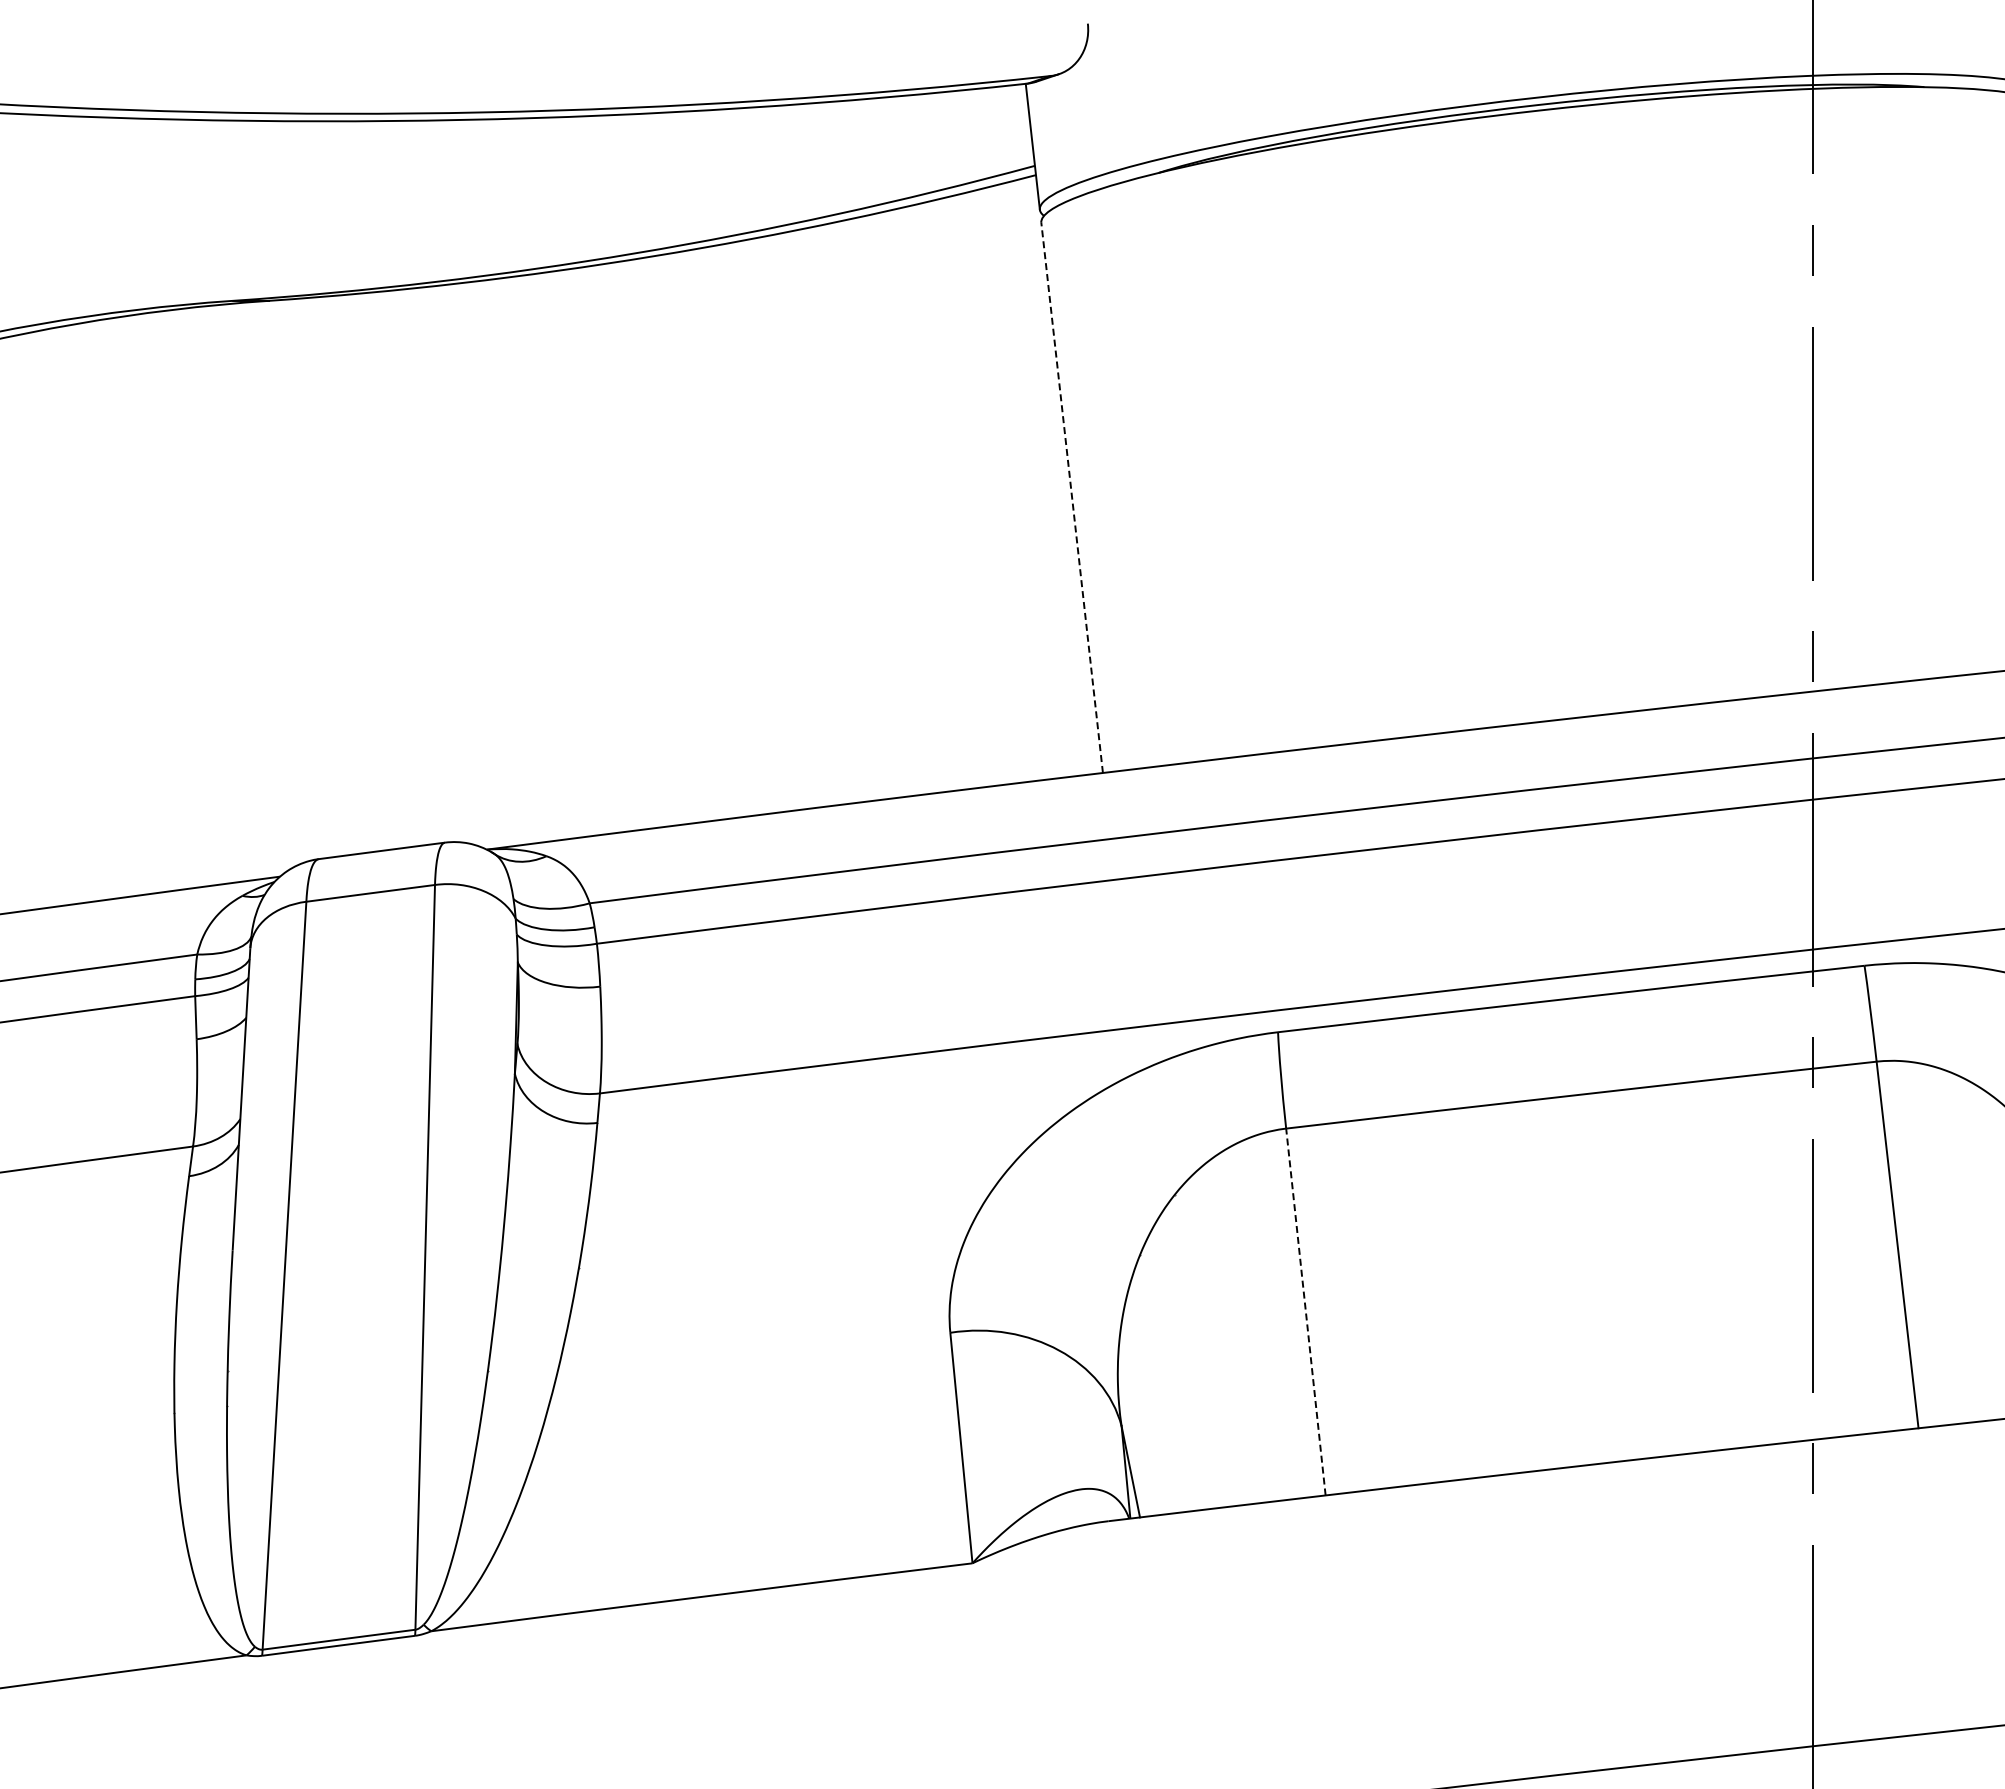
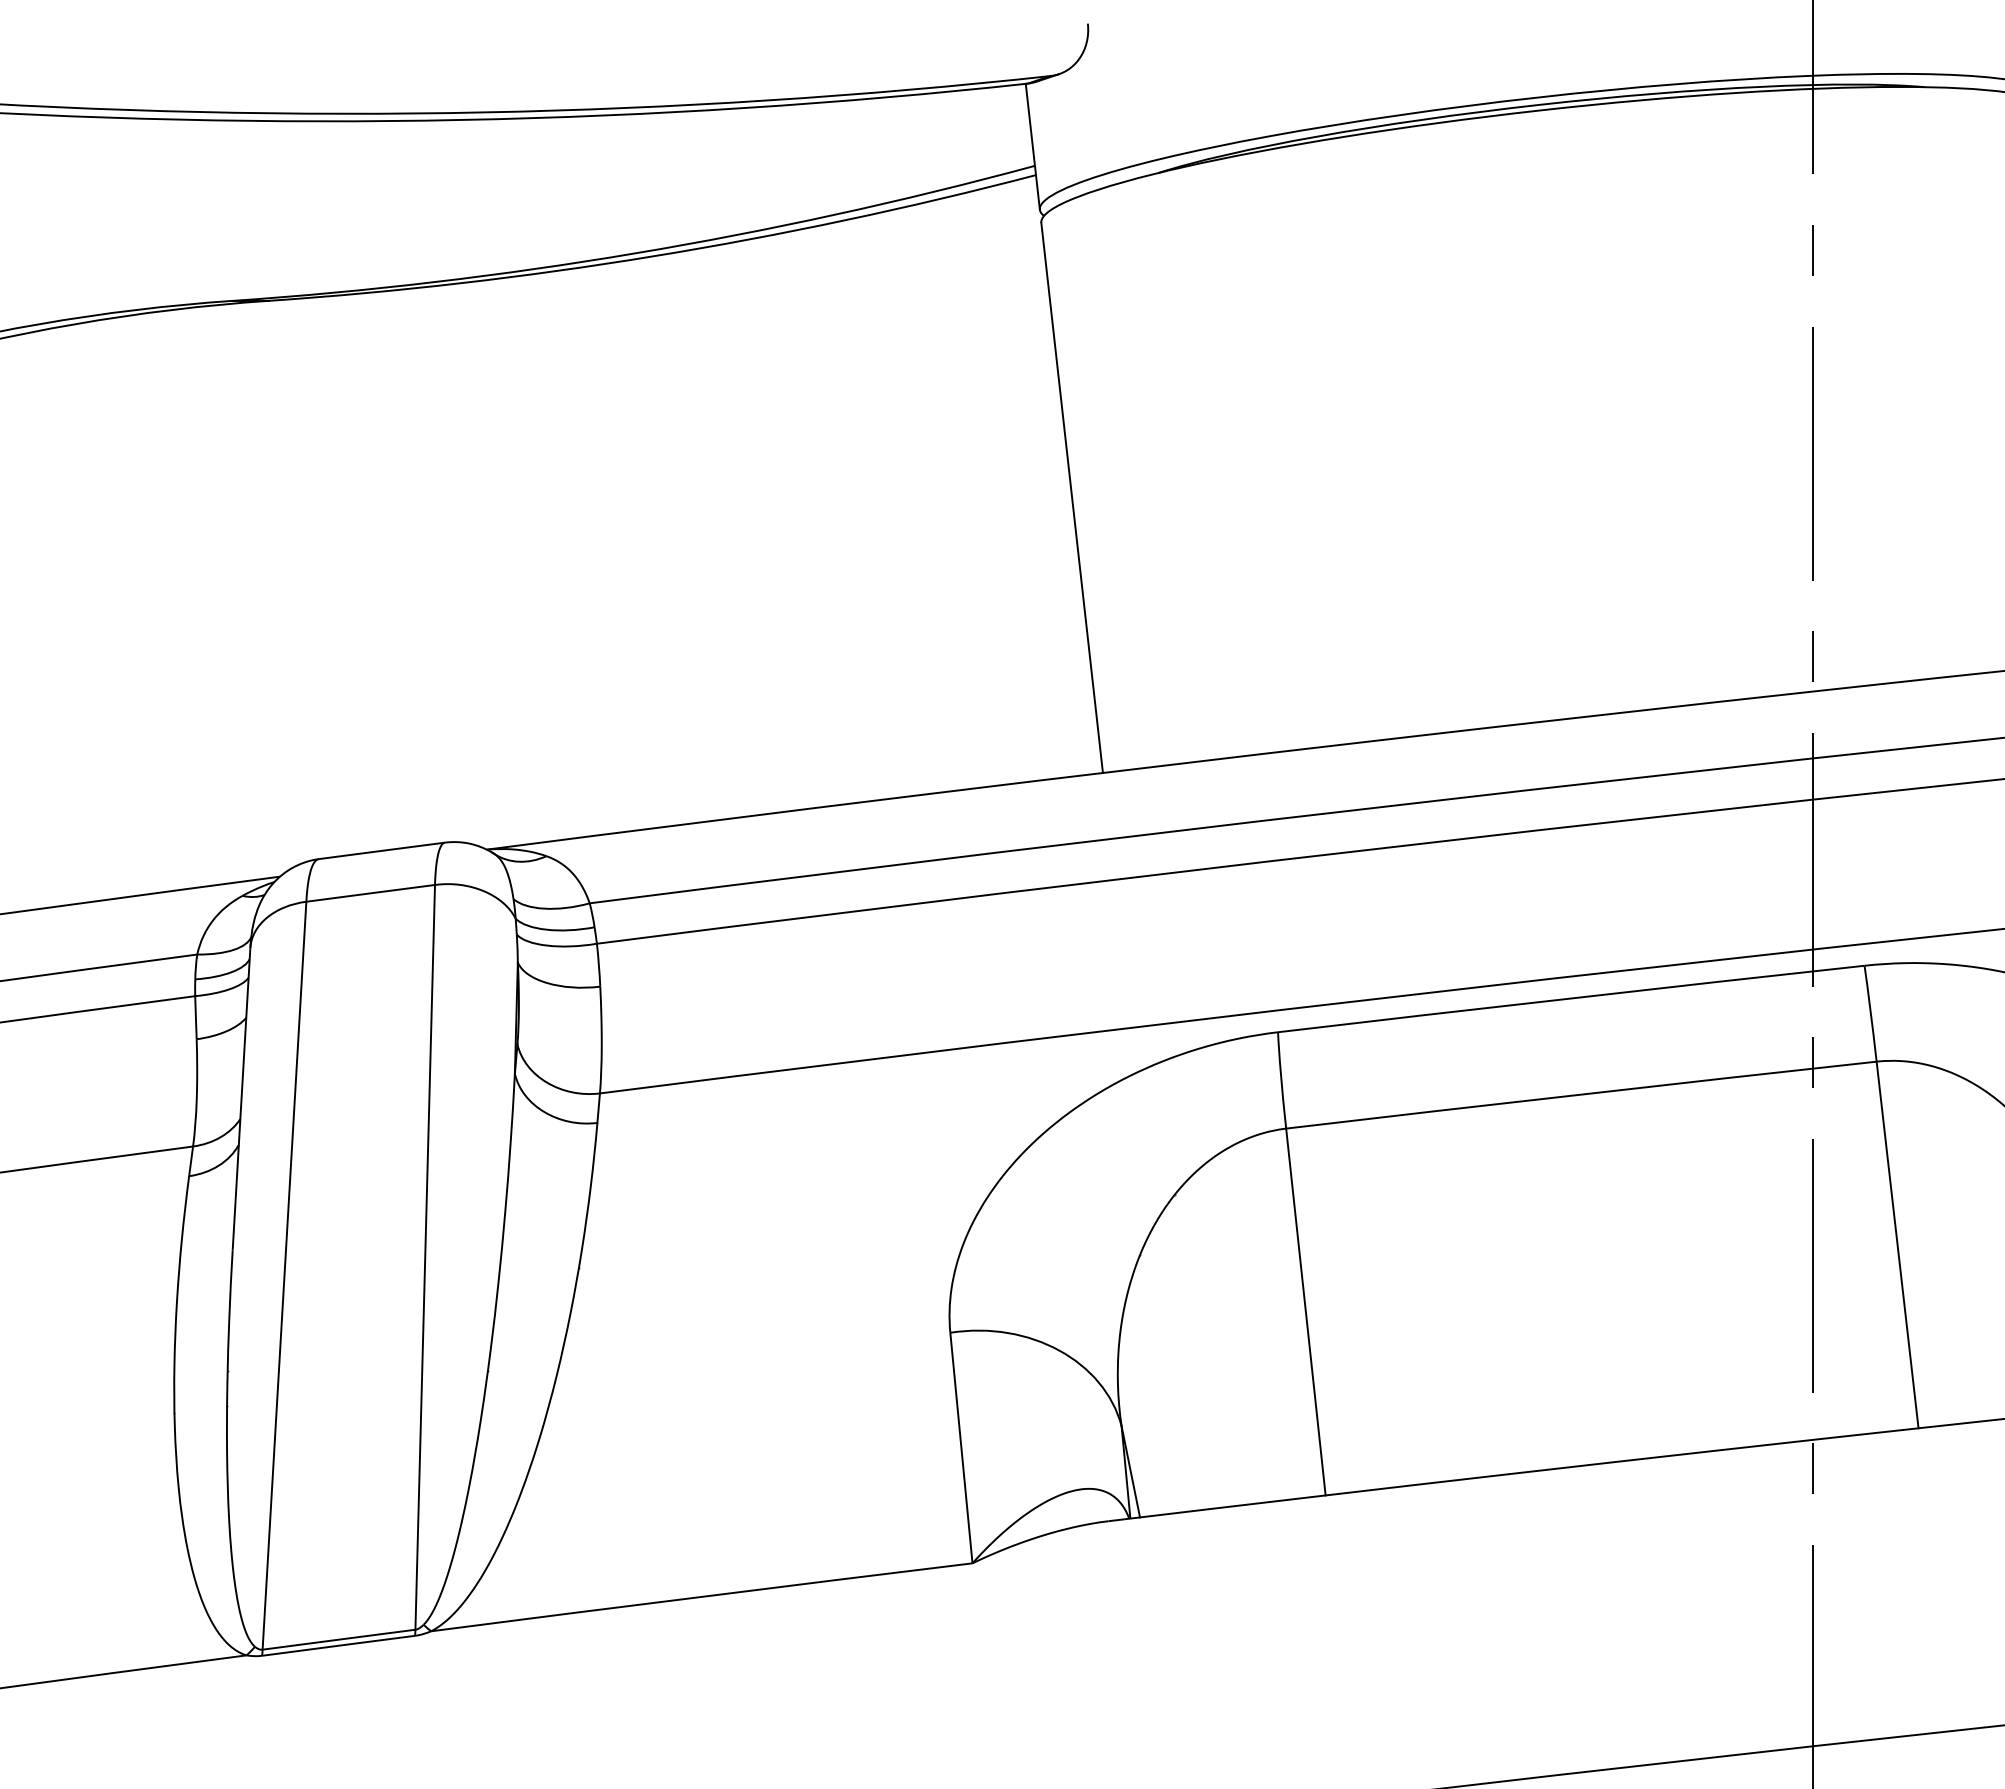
line at (1072, 497): dashed -> solid
line at (1305, 1311): dashed -> solid
